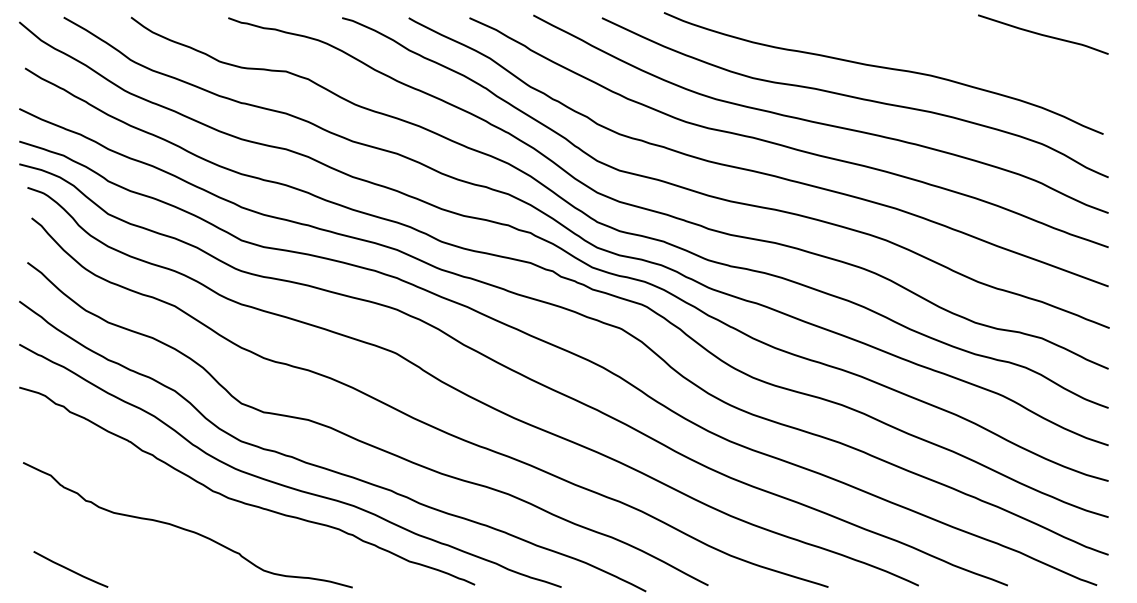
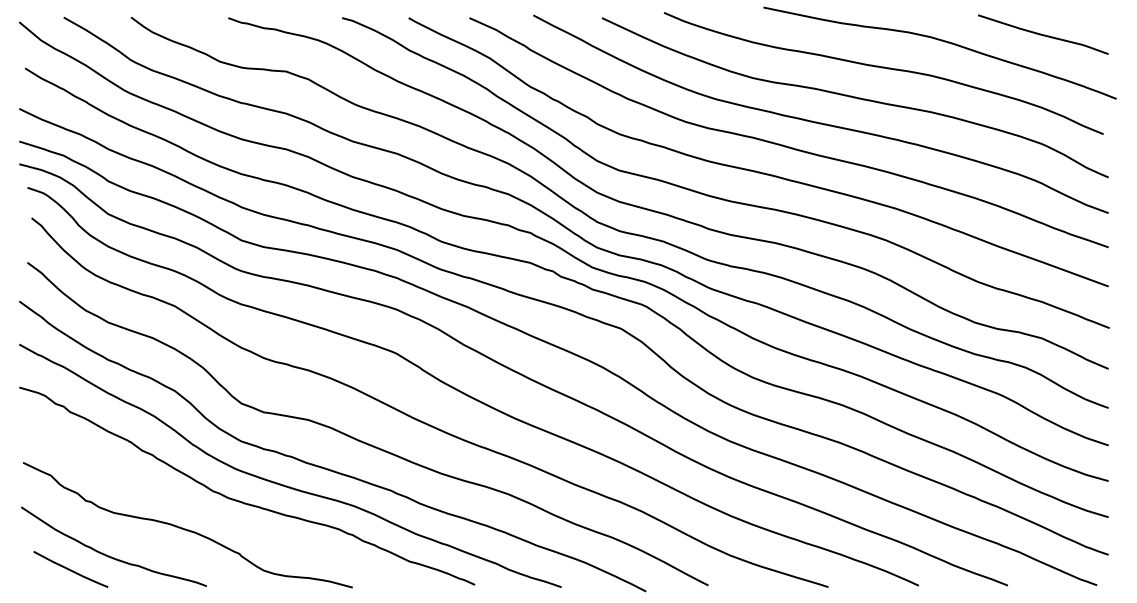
curve at (941, 41): none -> present
curve at (109, 555): none -> present
